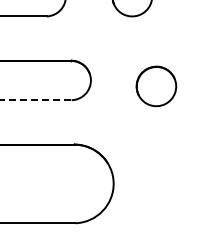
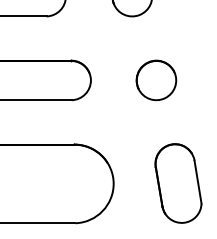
part at (156, 86) position: (156, 86) -> (156, 80)
line at (36, 100): dashed -> solid
part at (178, 183): none -> present
